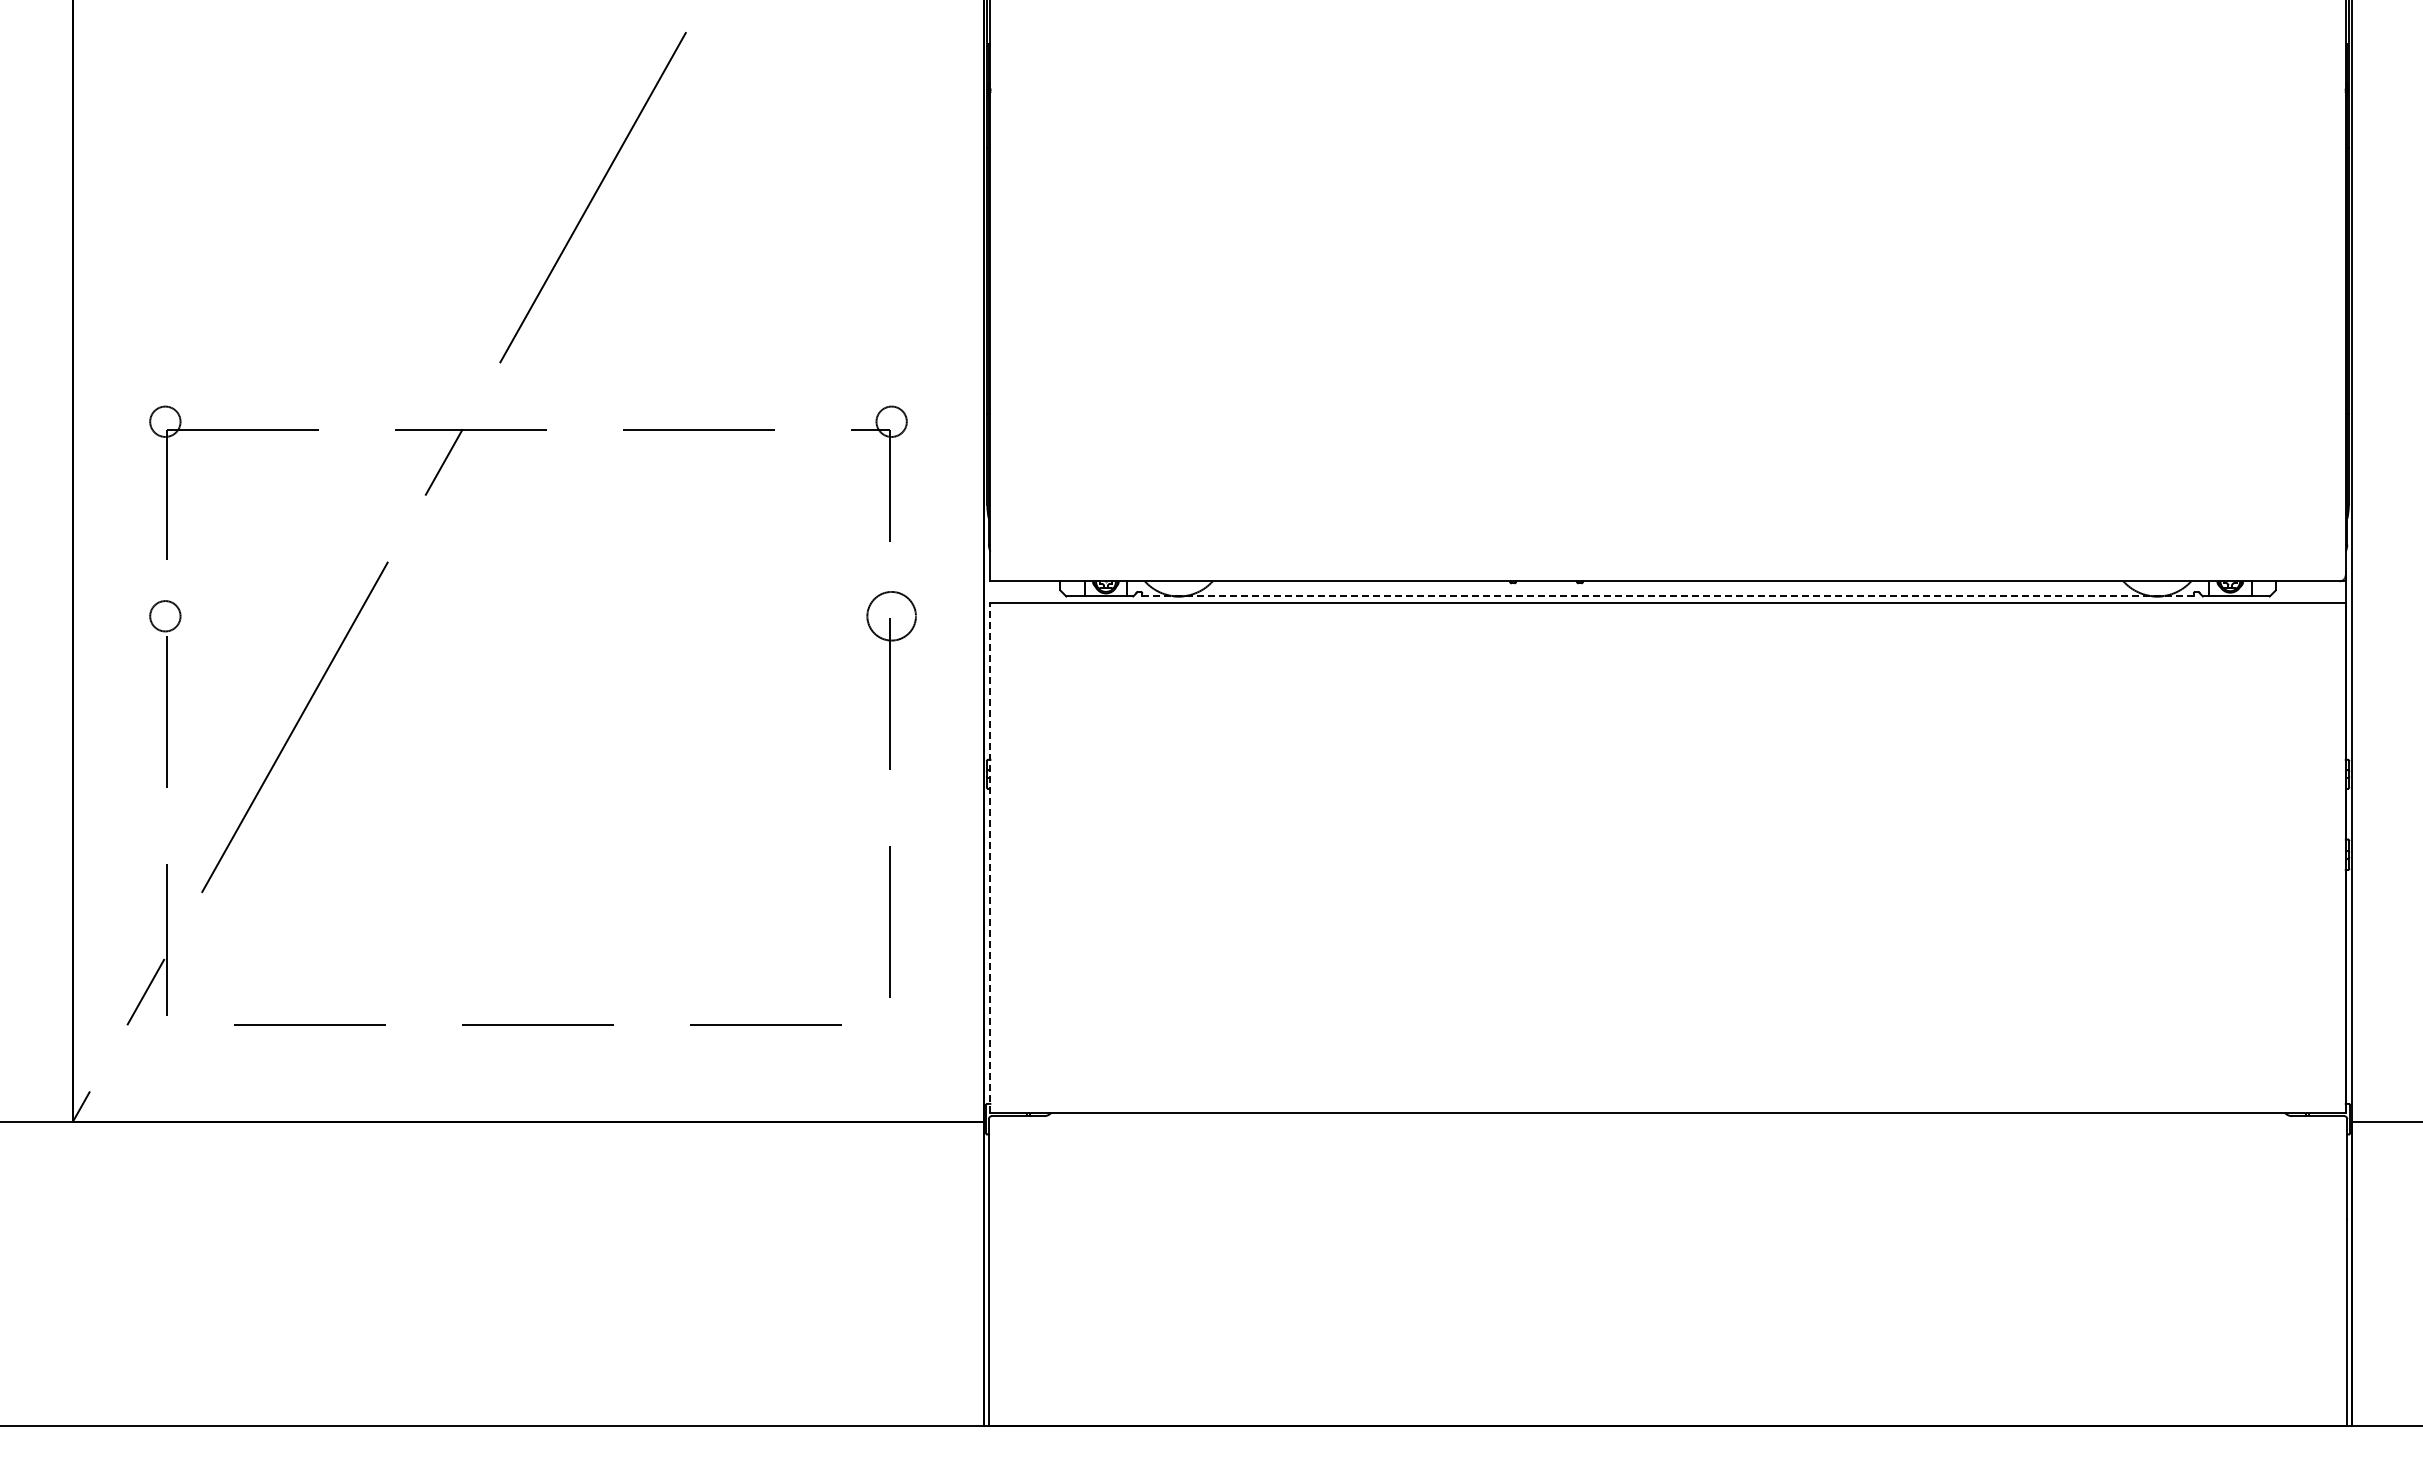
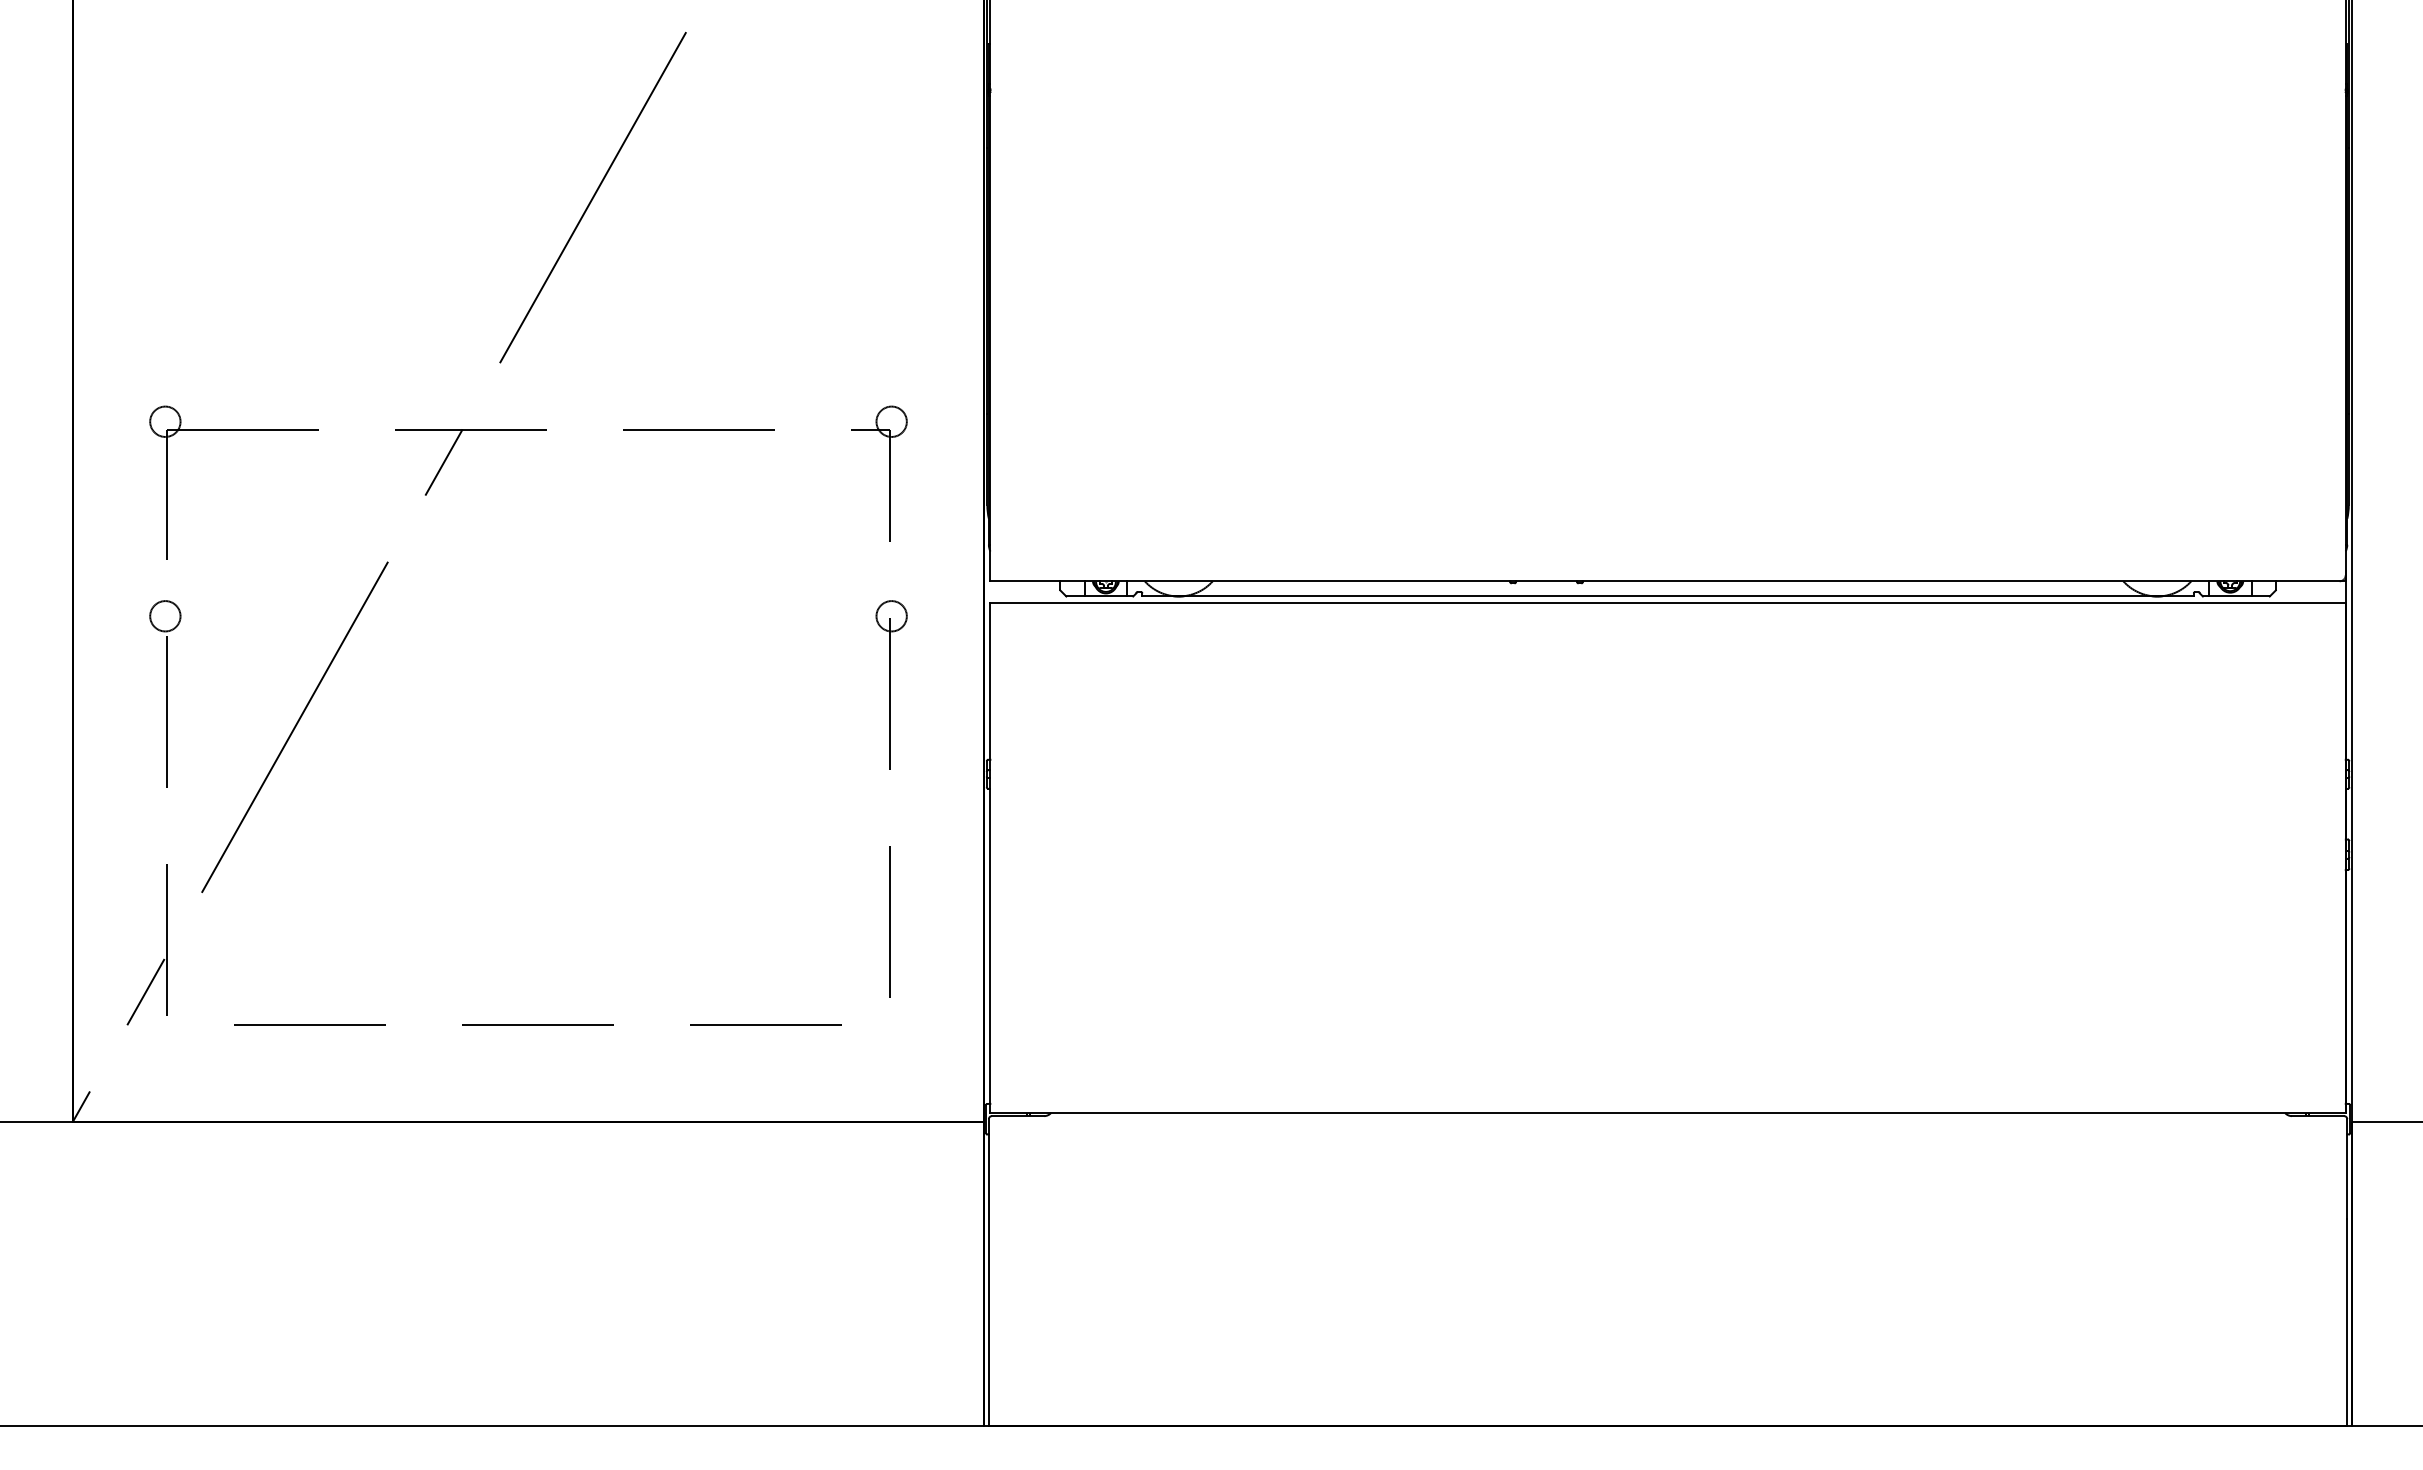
line at (1668, 596): dashed -> solid
circle at (891, 615) diameter: 49 px -> 30 px
line at (990, 857): dashed -> solid
